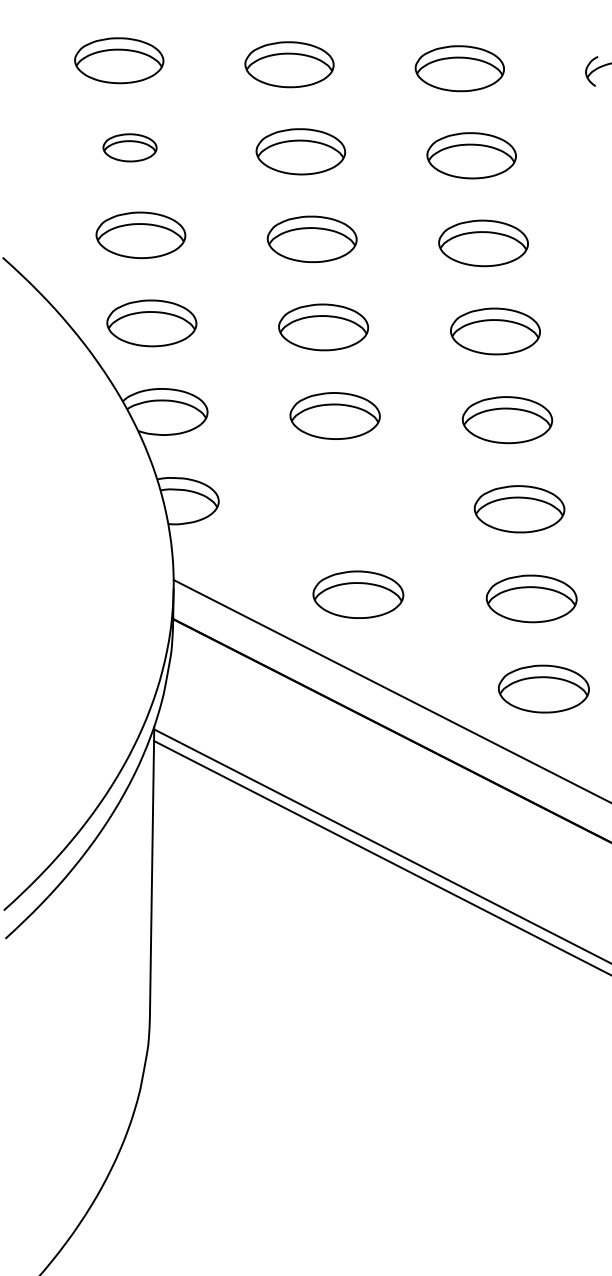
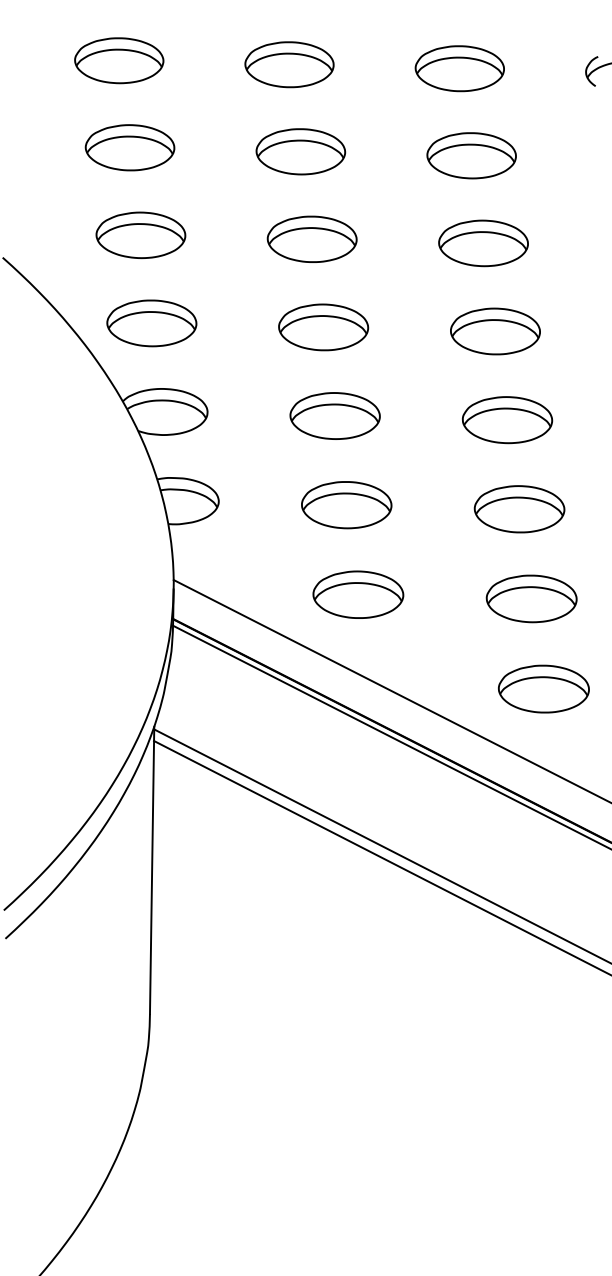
part at (129, 147) size: 56x30 px -> 92x48 px
part at (346, 505): none -> present
line at (390, 736): none -> present
